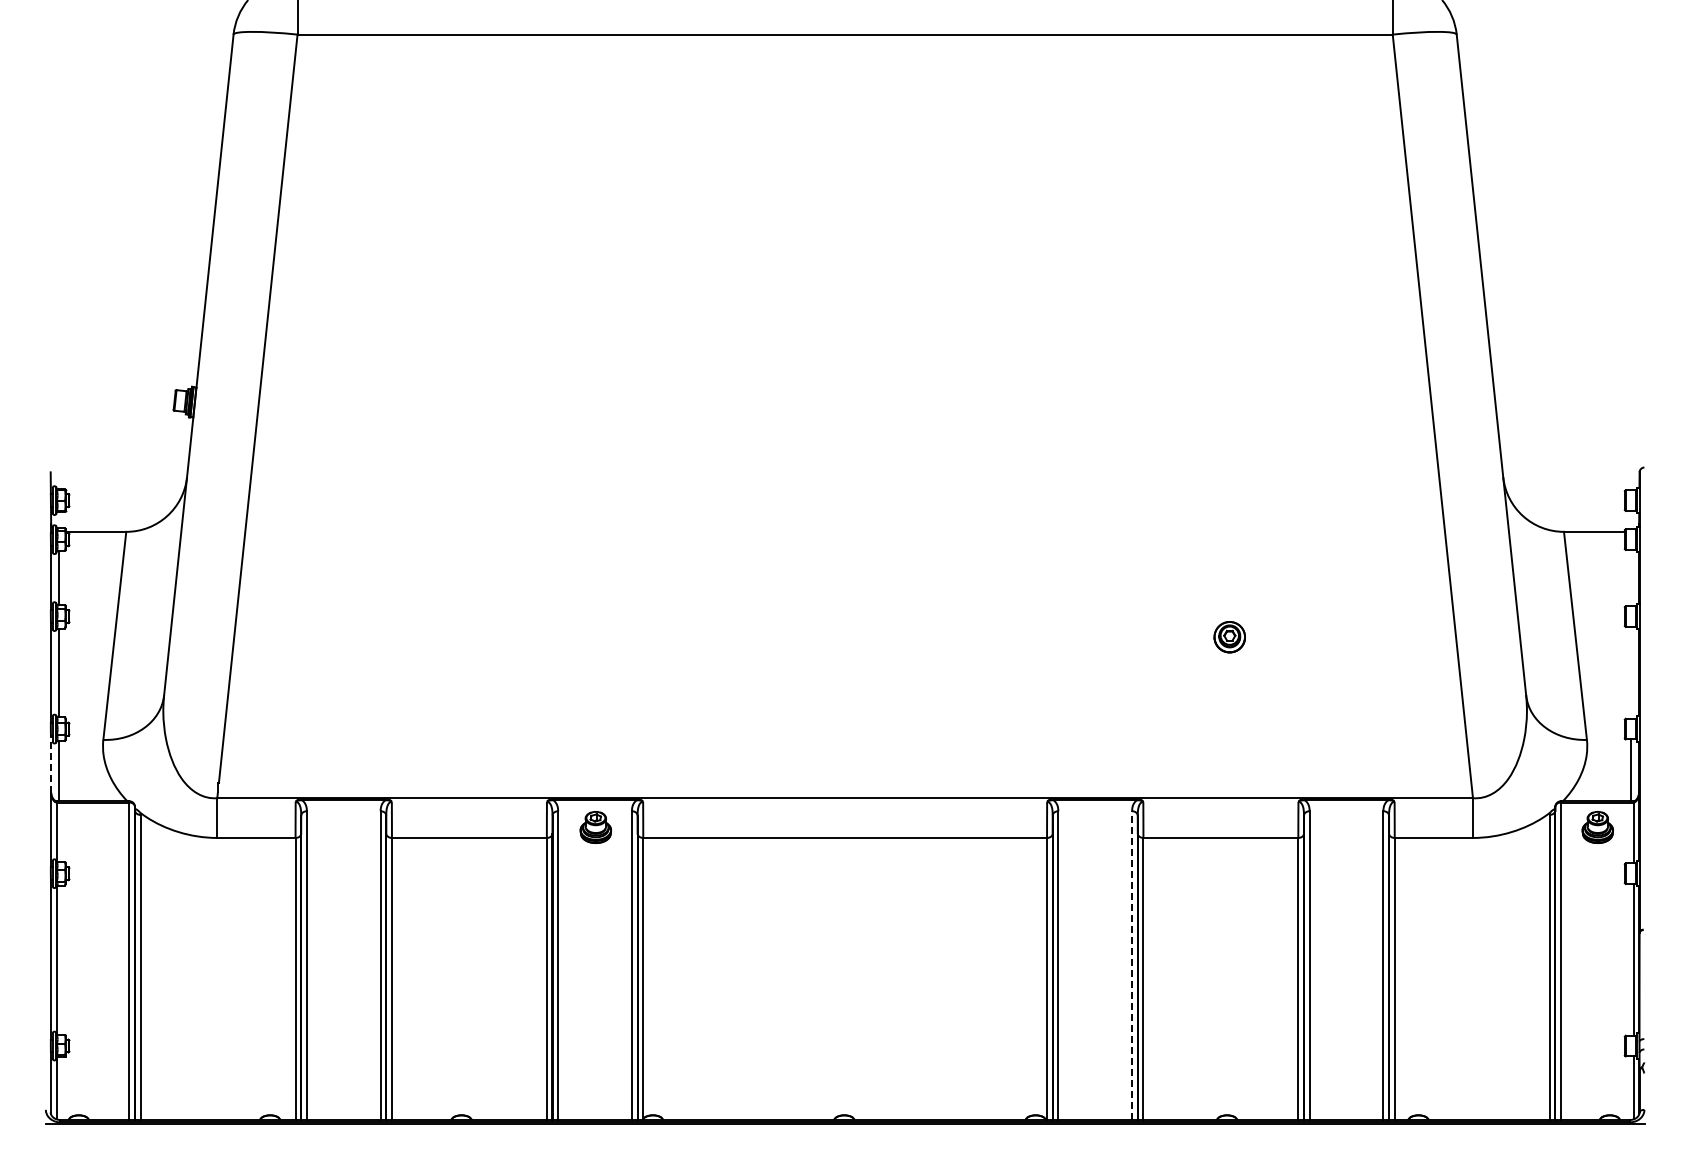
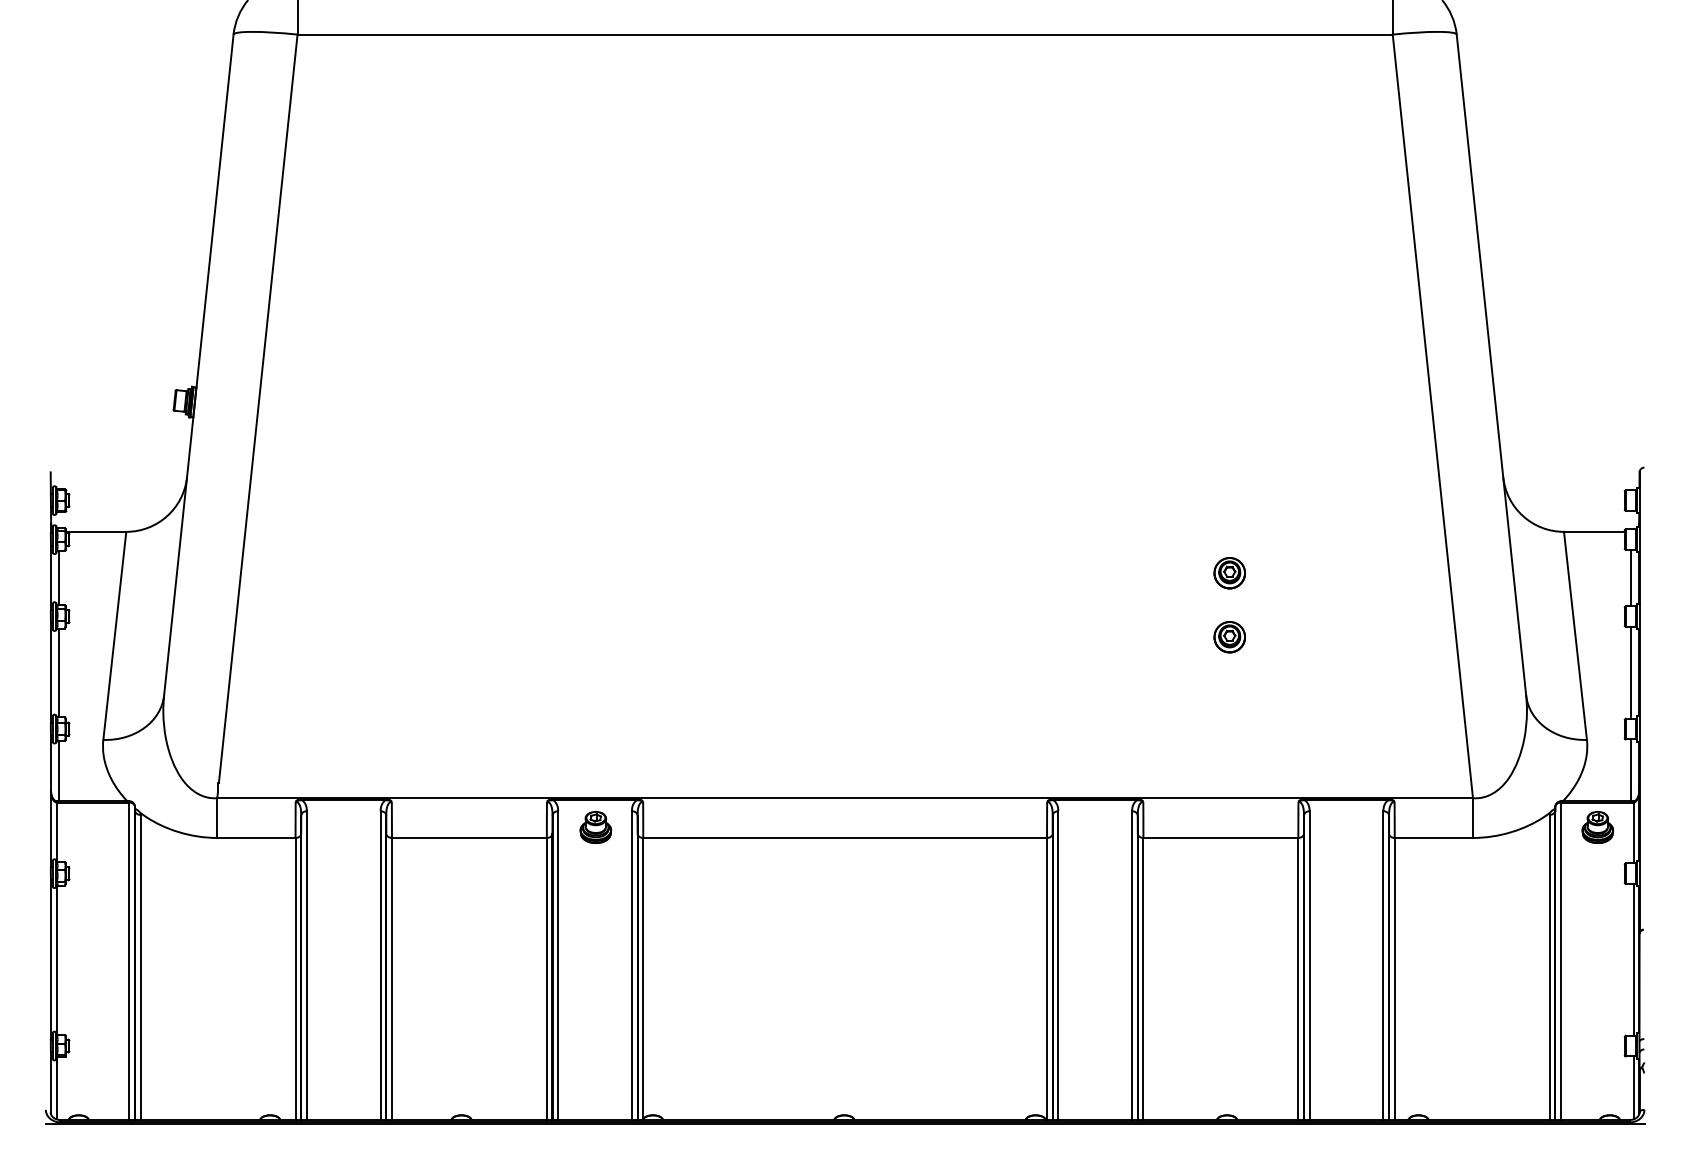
part at (1229, 573): none -> present
line at (1631, 577): none -> present
line at (1631, 672): none -> present
line at (51, 764): dashed -> solid
line at (1132, 965): dashed -> solid
